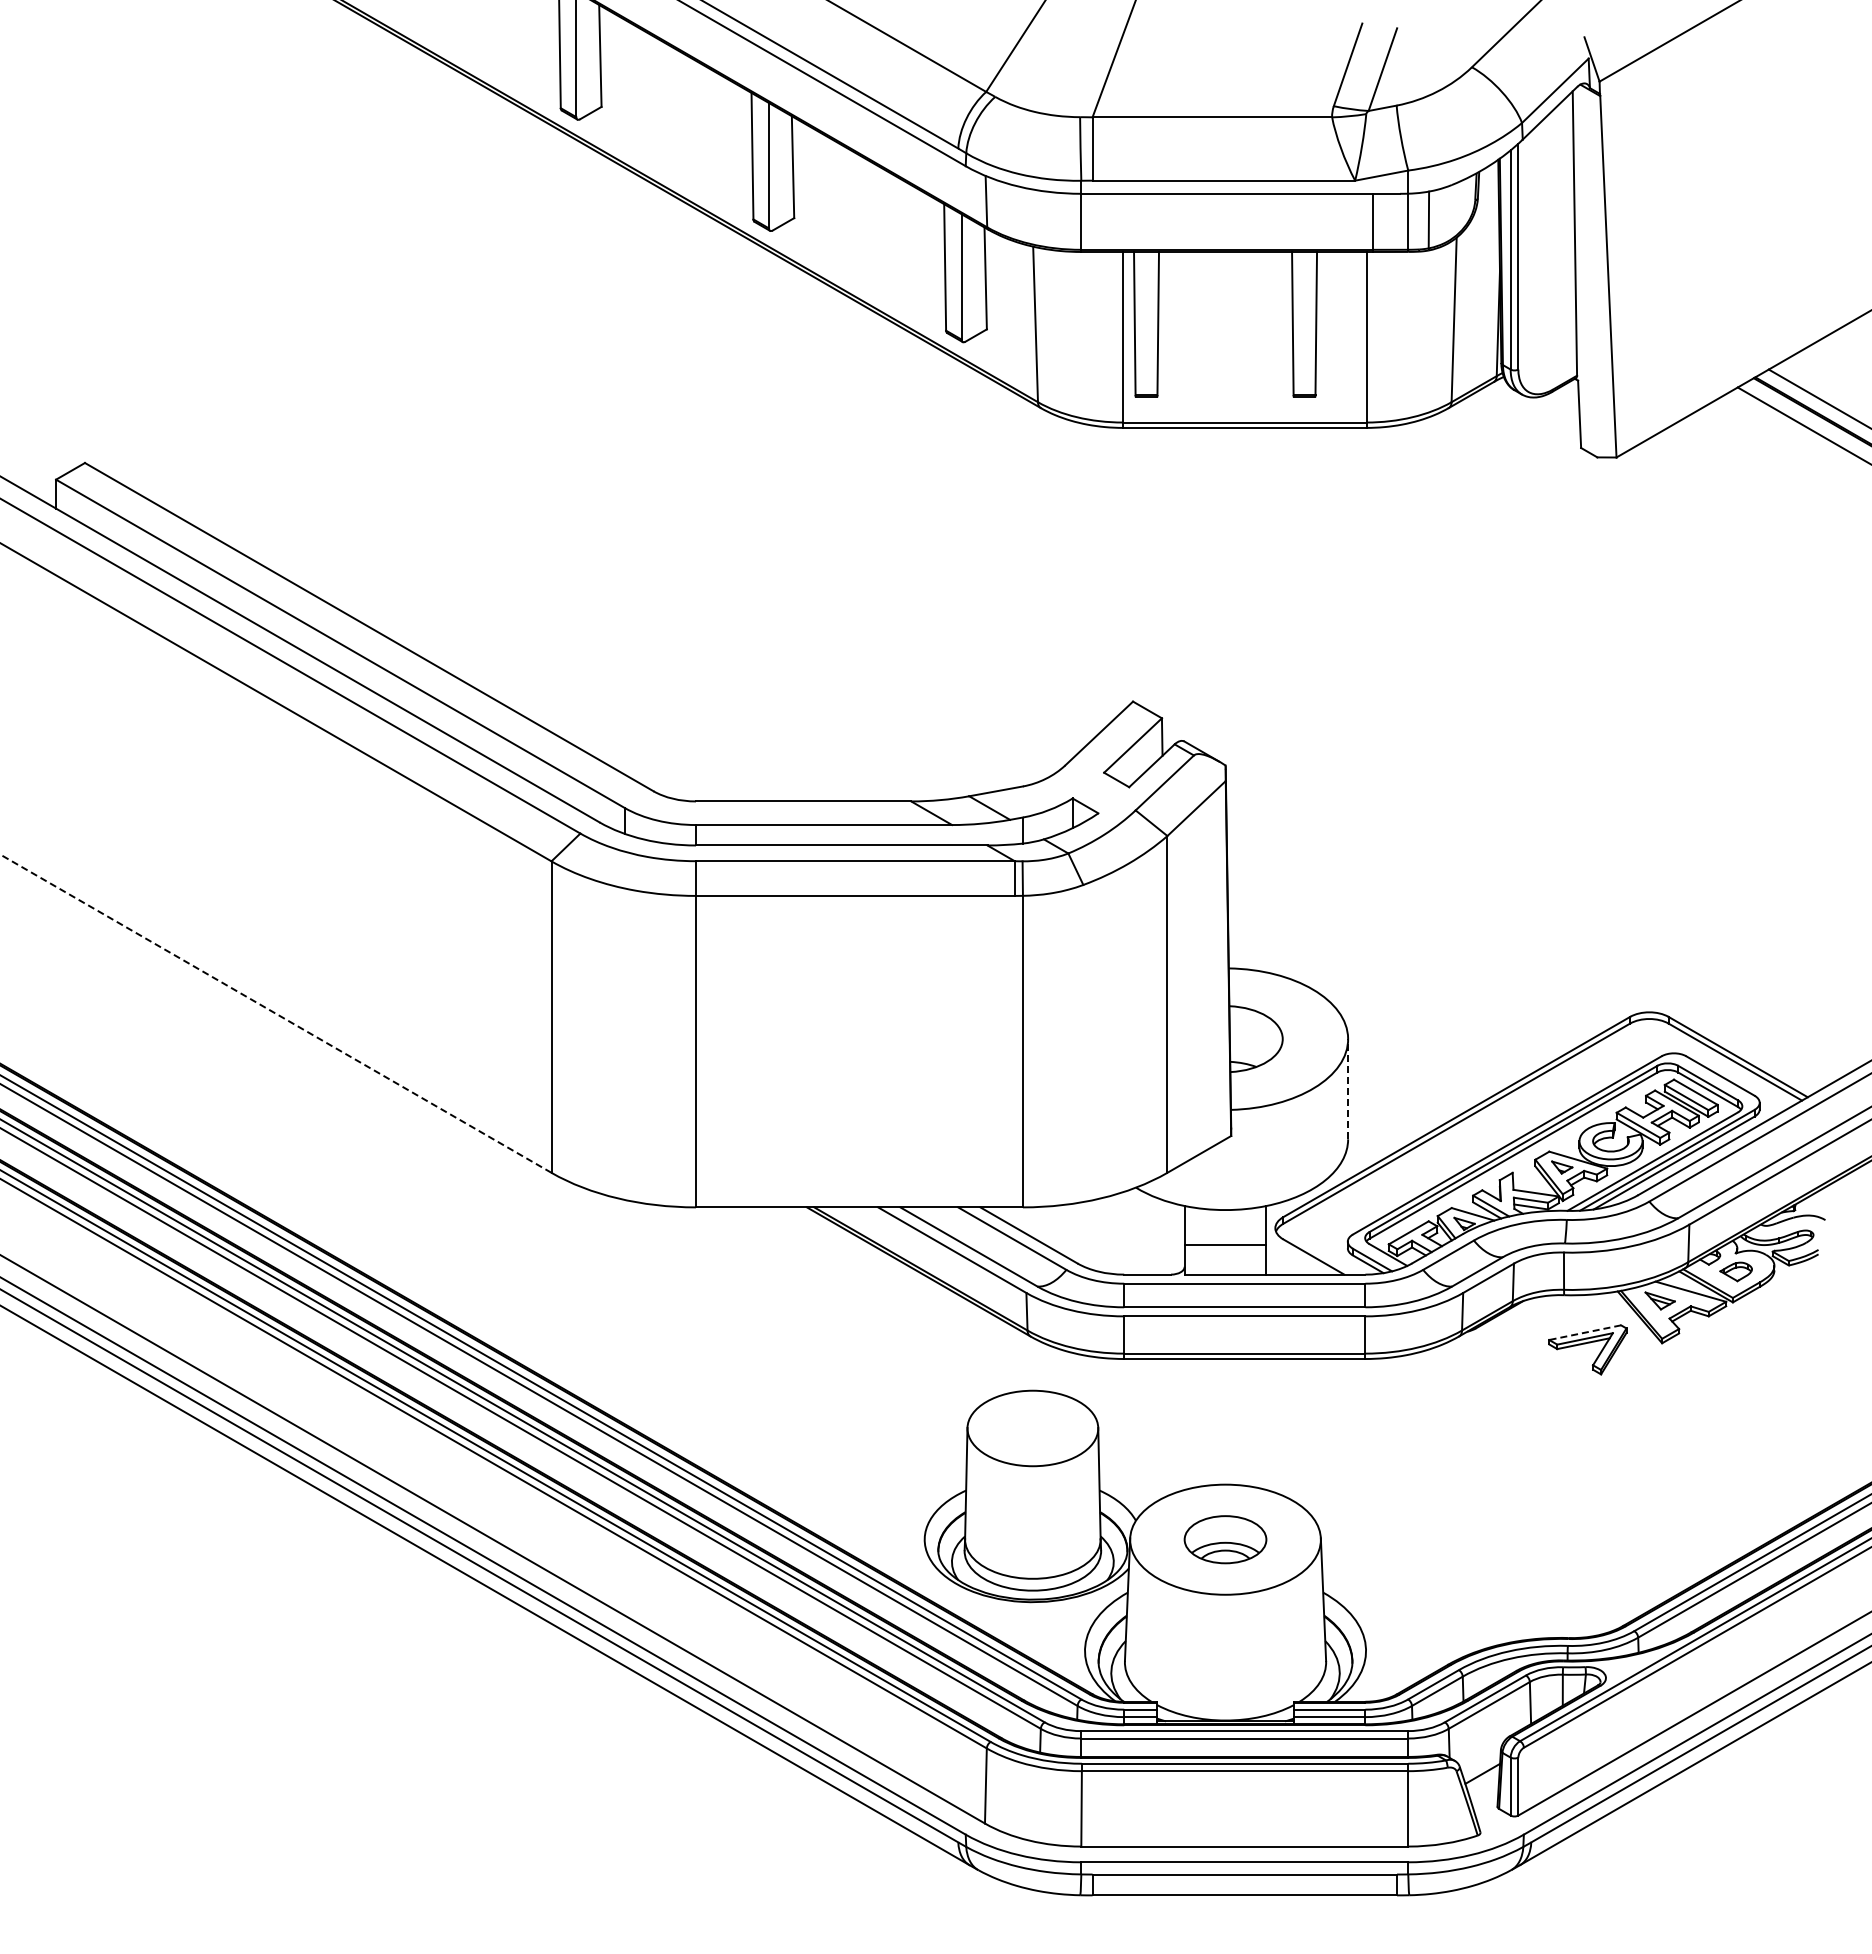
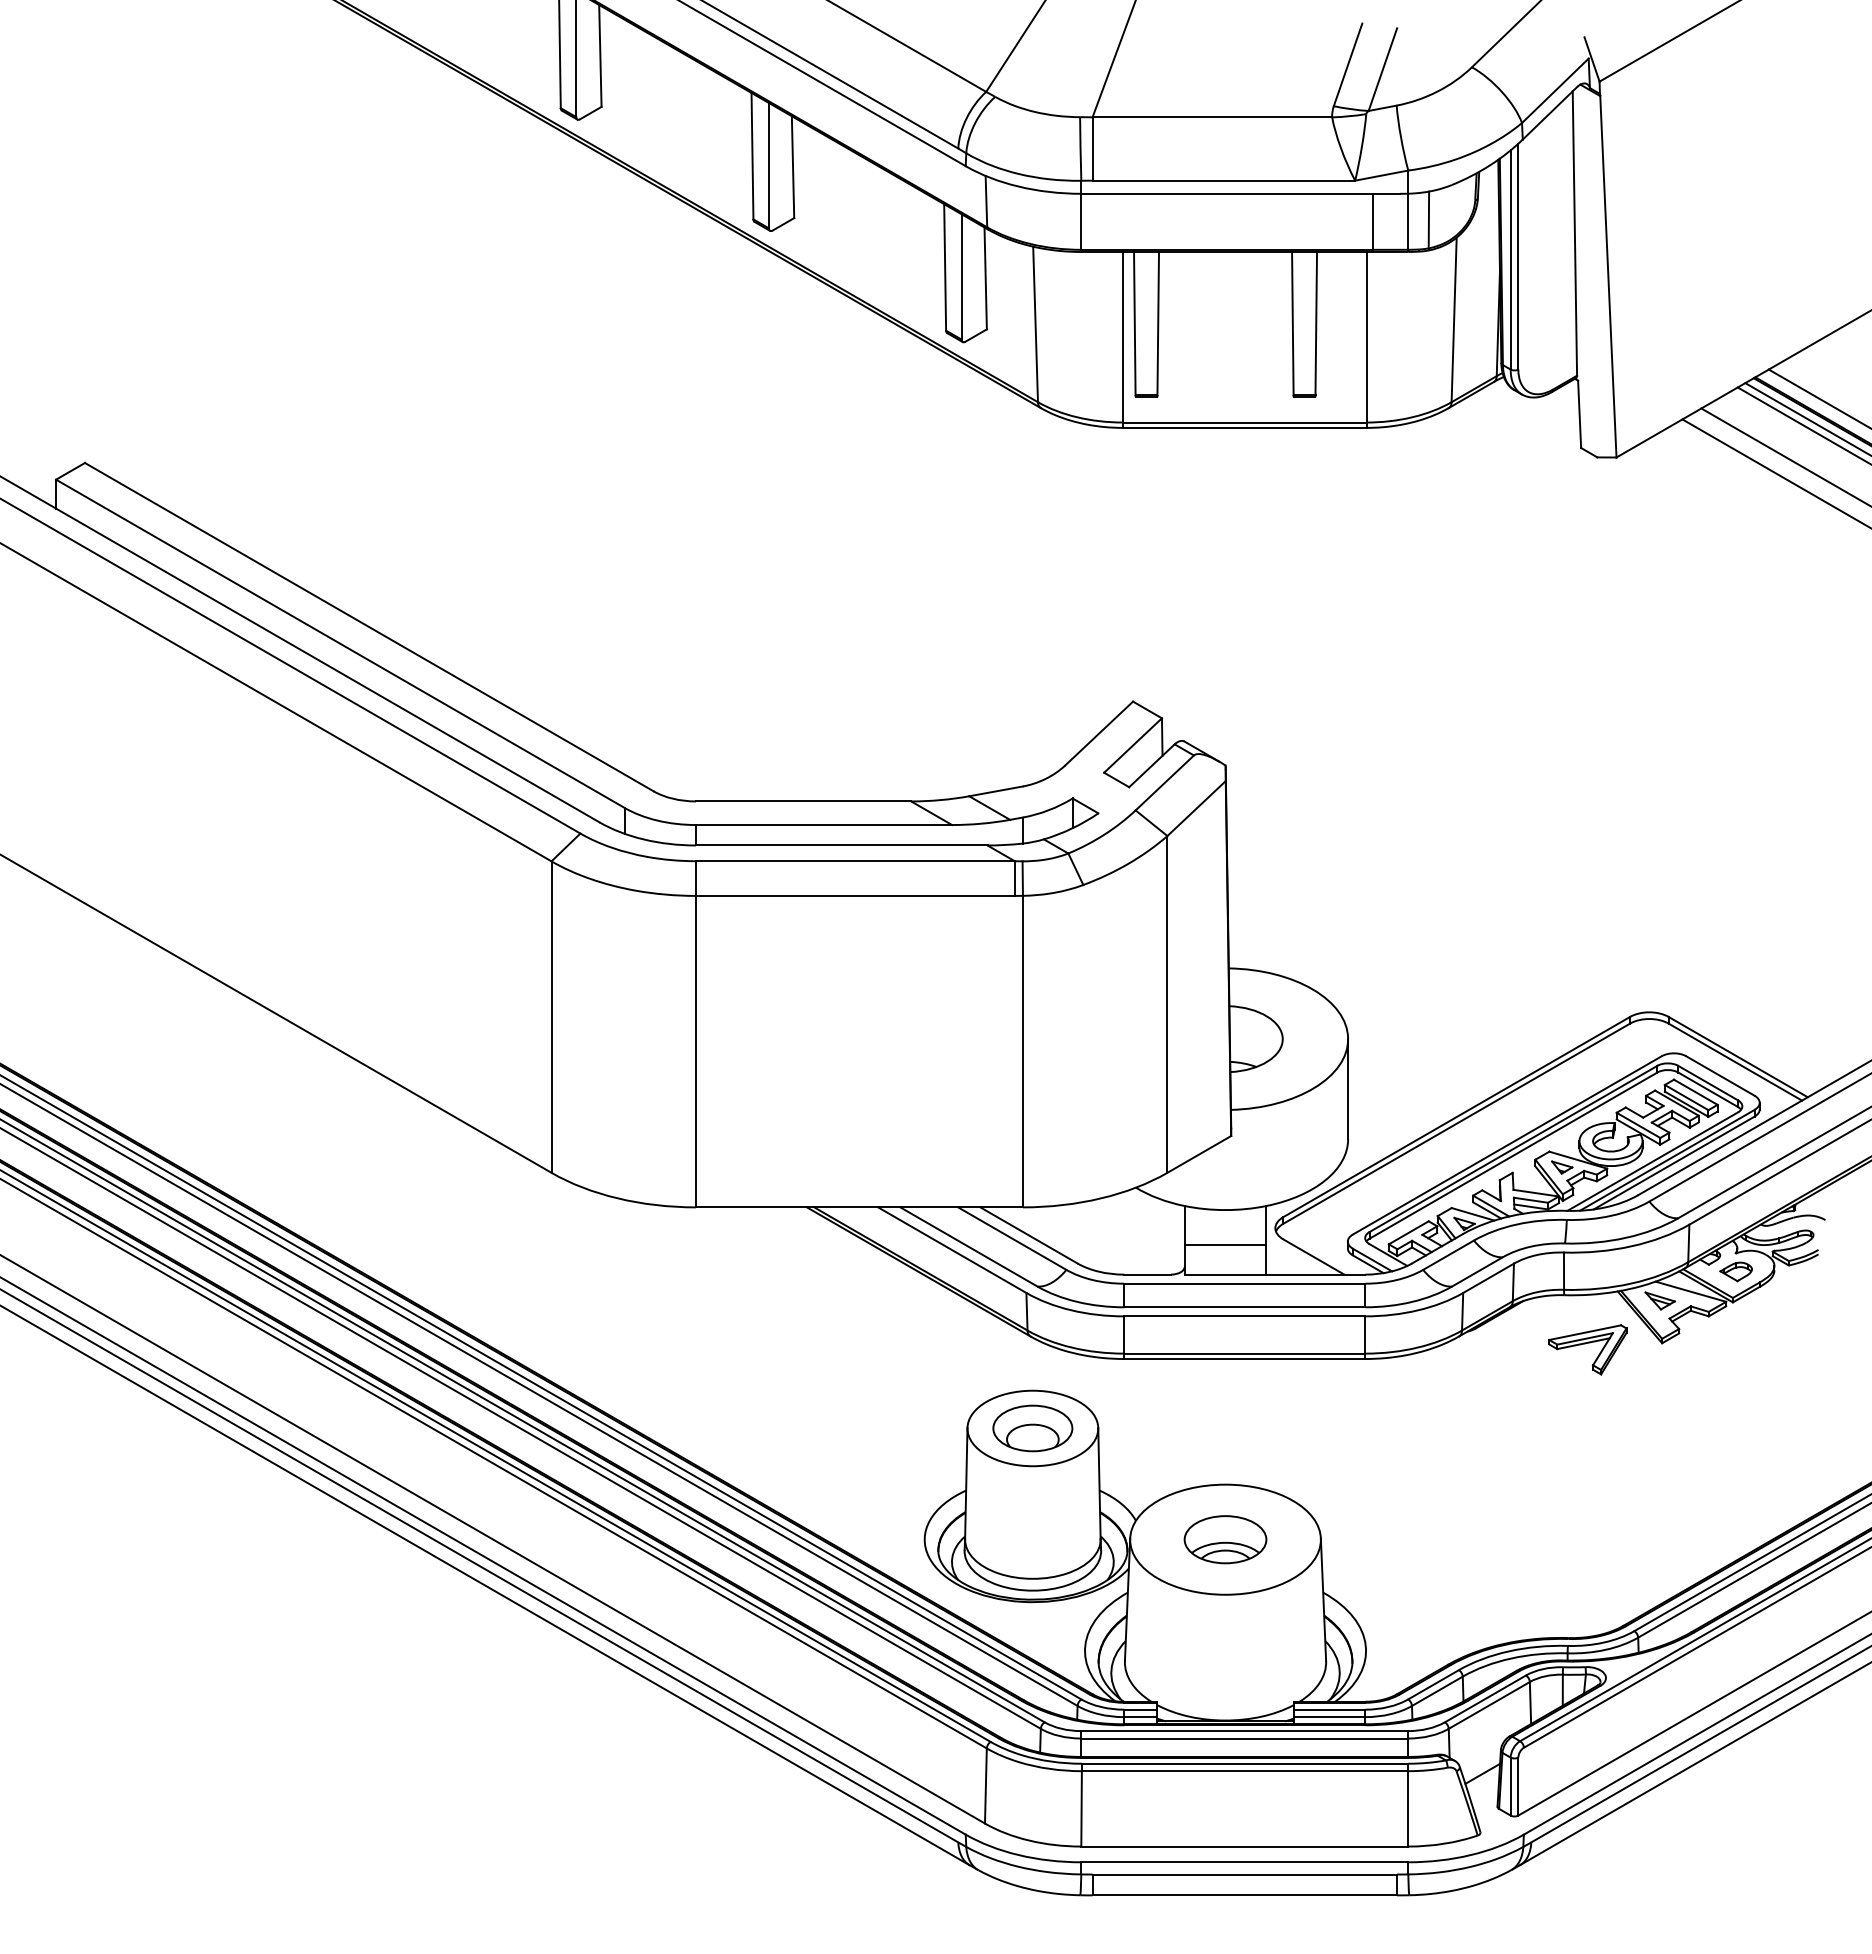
line at (1806, 418): none -> present
line at (1784, 456): none -> present
line at (1775, 473): none -> present
line at (276, 1013): dashed -> solid
line at (1348, 1088): dashed -> solid
line at (1585, 1332): dashed -> solid
part at (1032, 1428): none -> present
